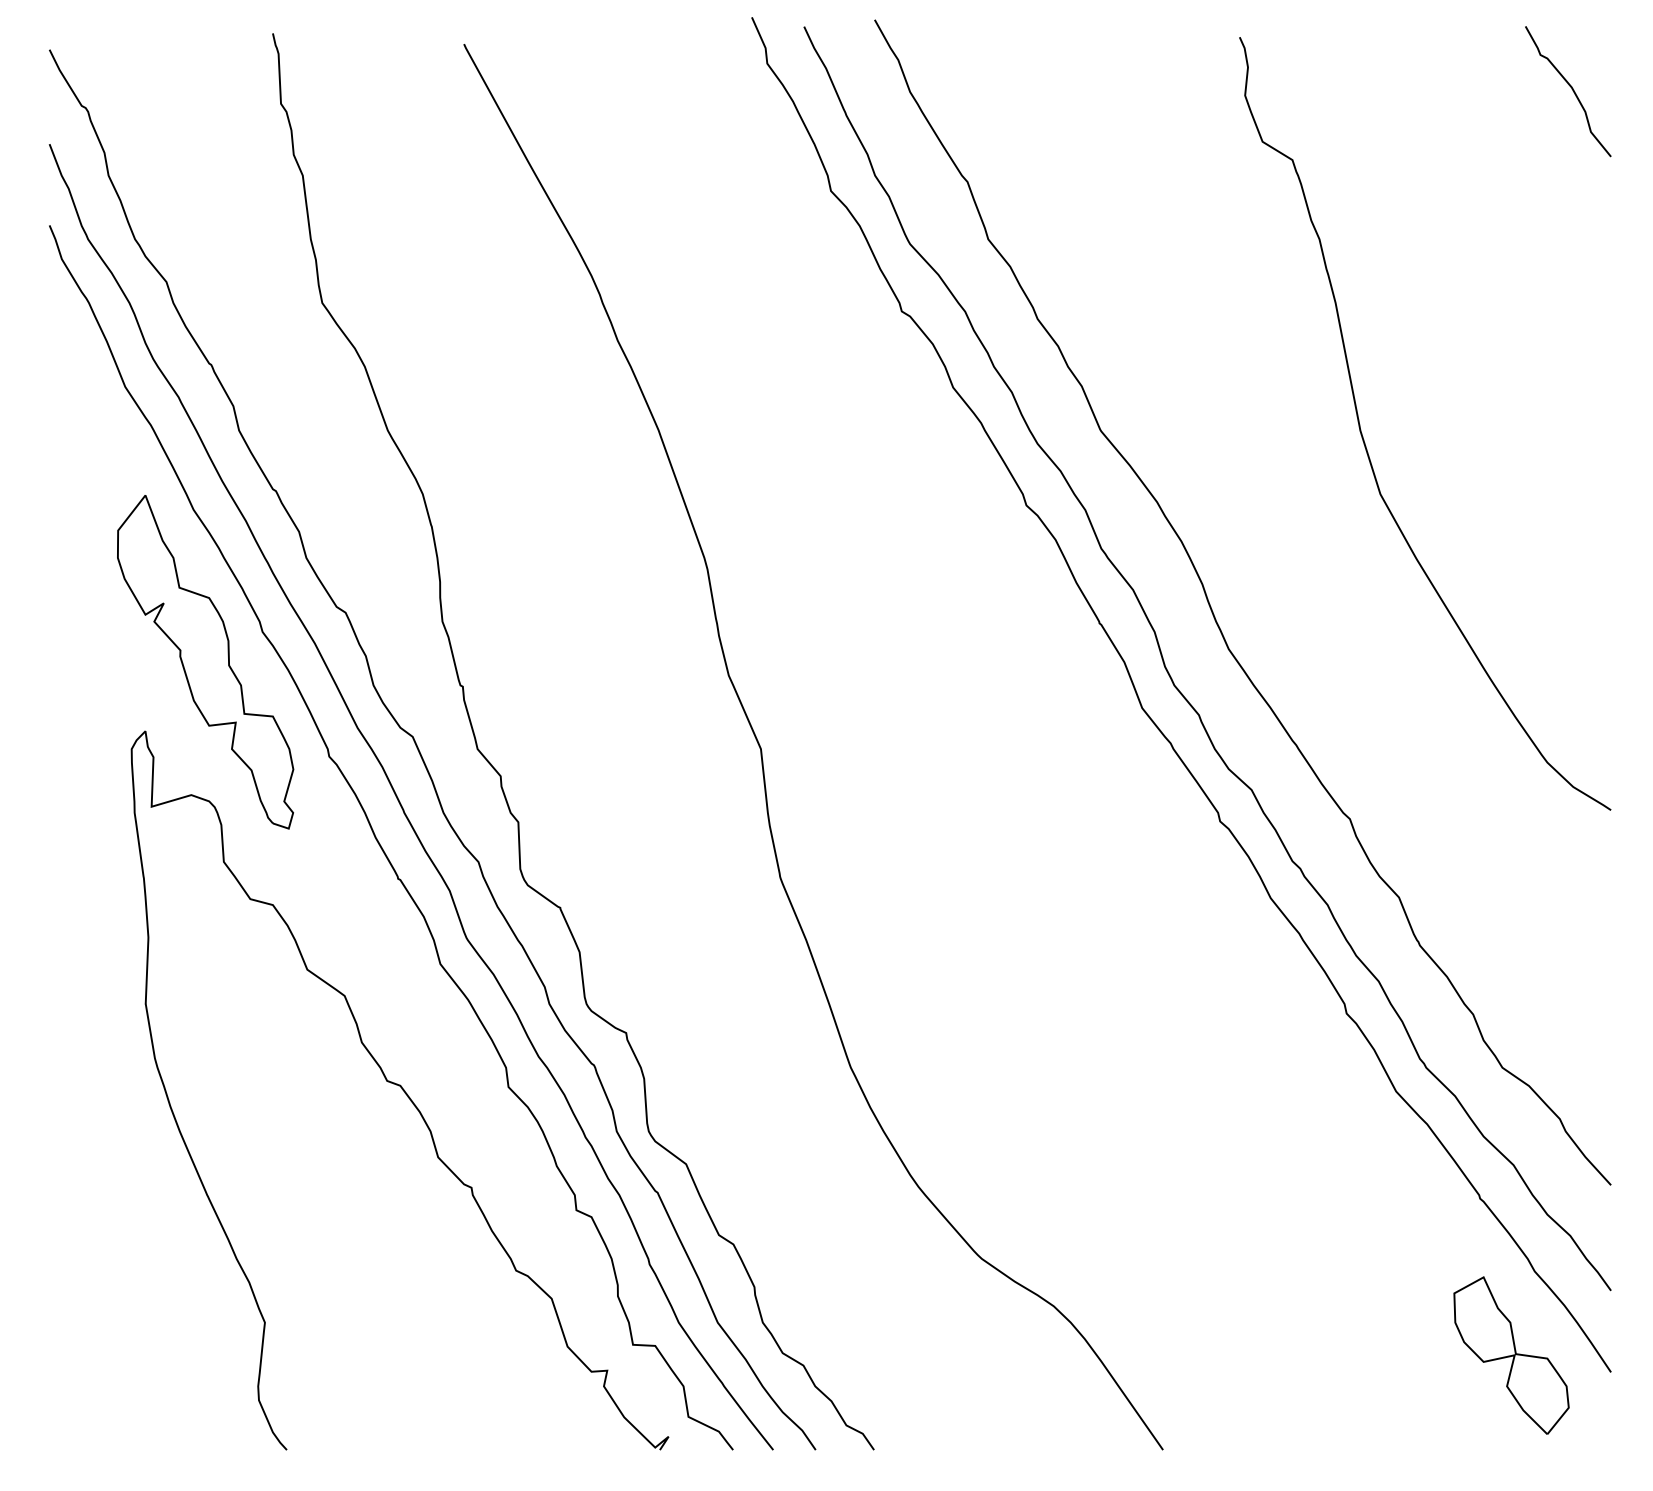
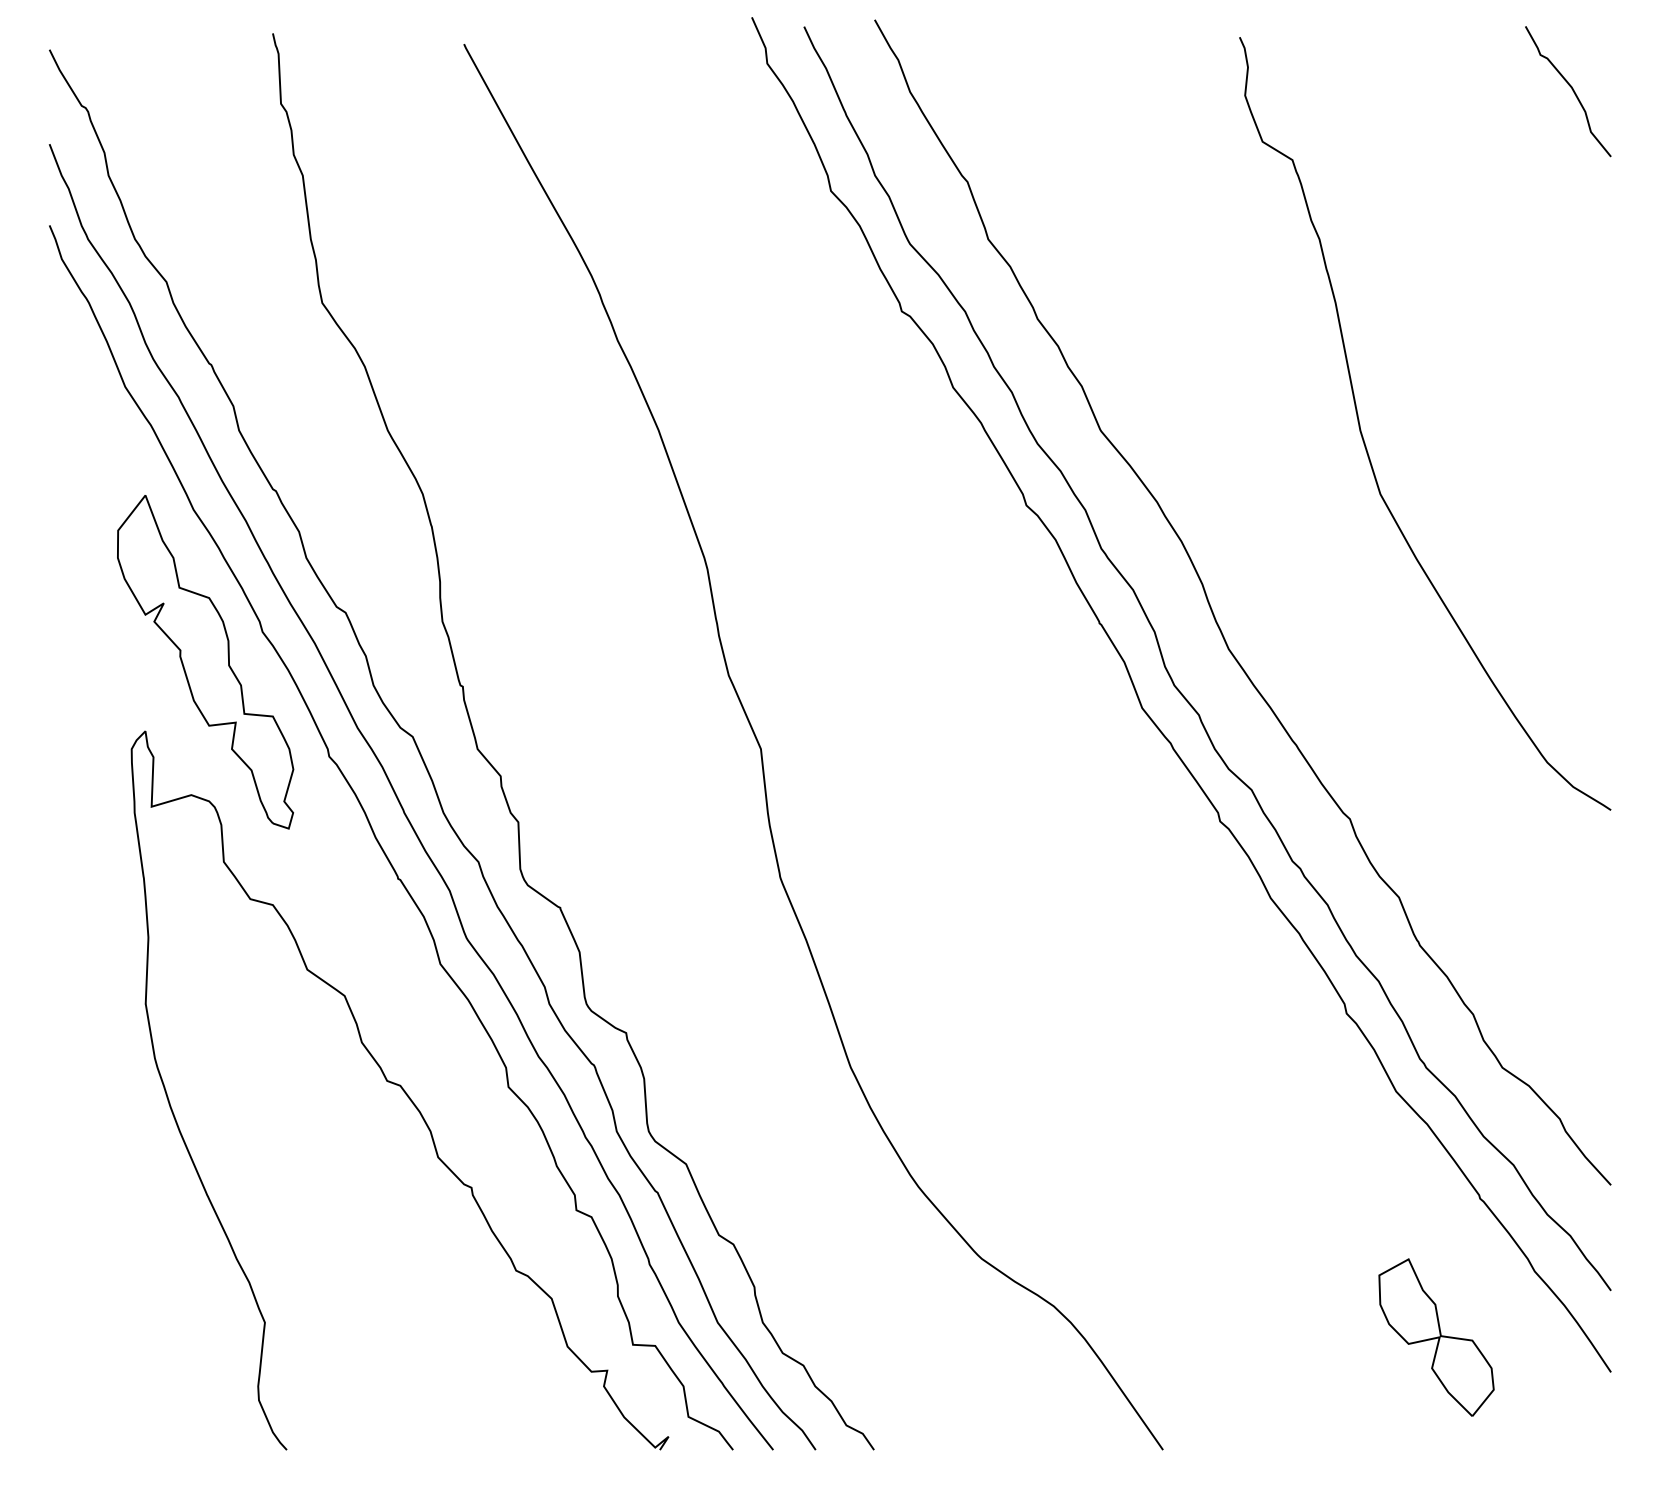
part at (1511, 1355) position: (1511, 1355) -> (1436, 1337)
